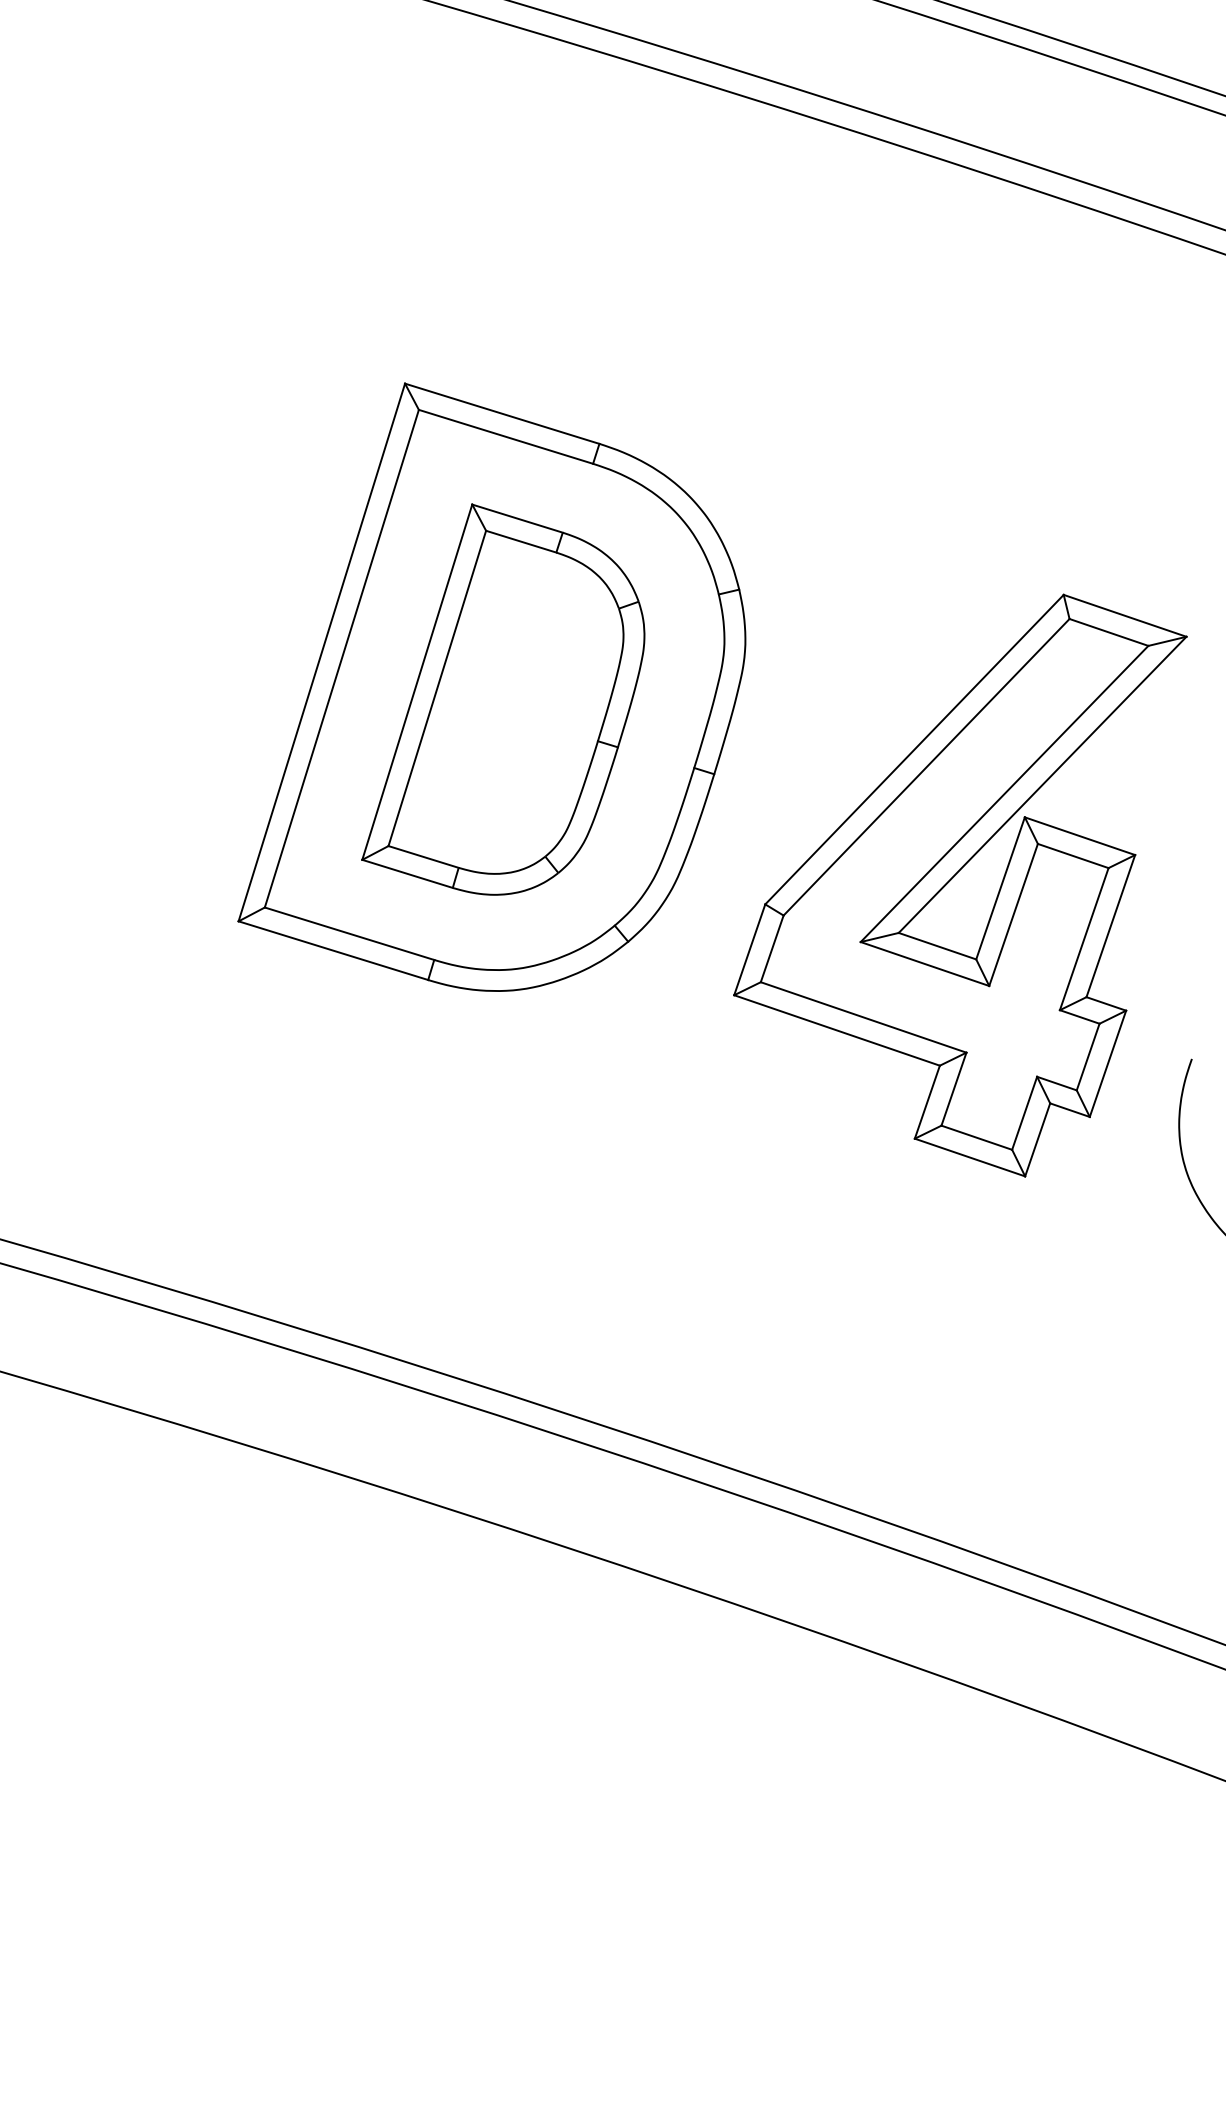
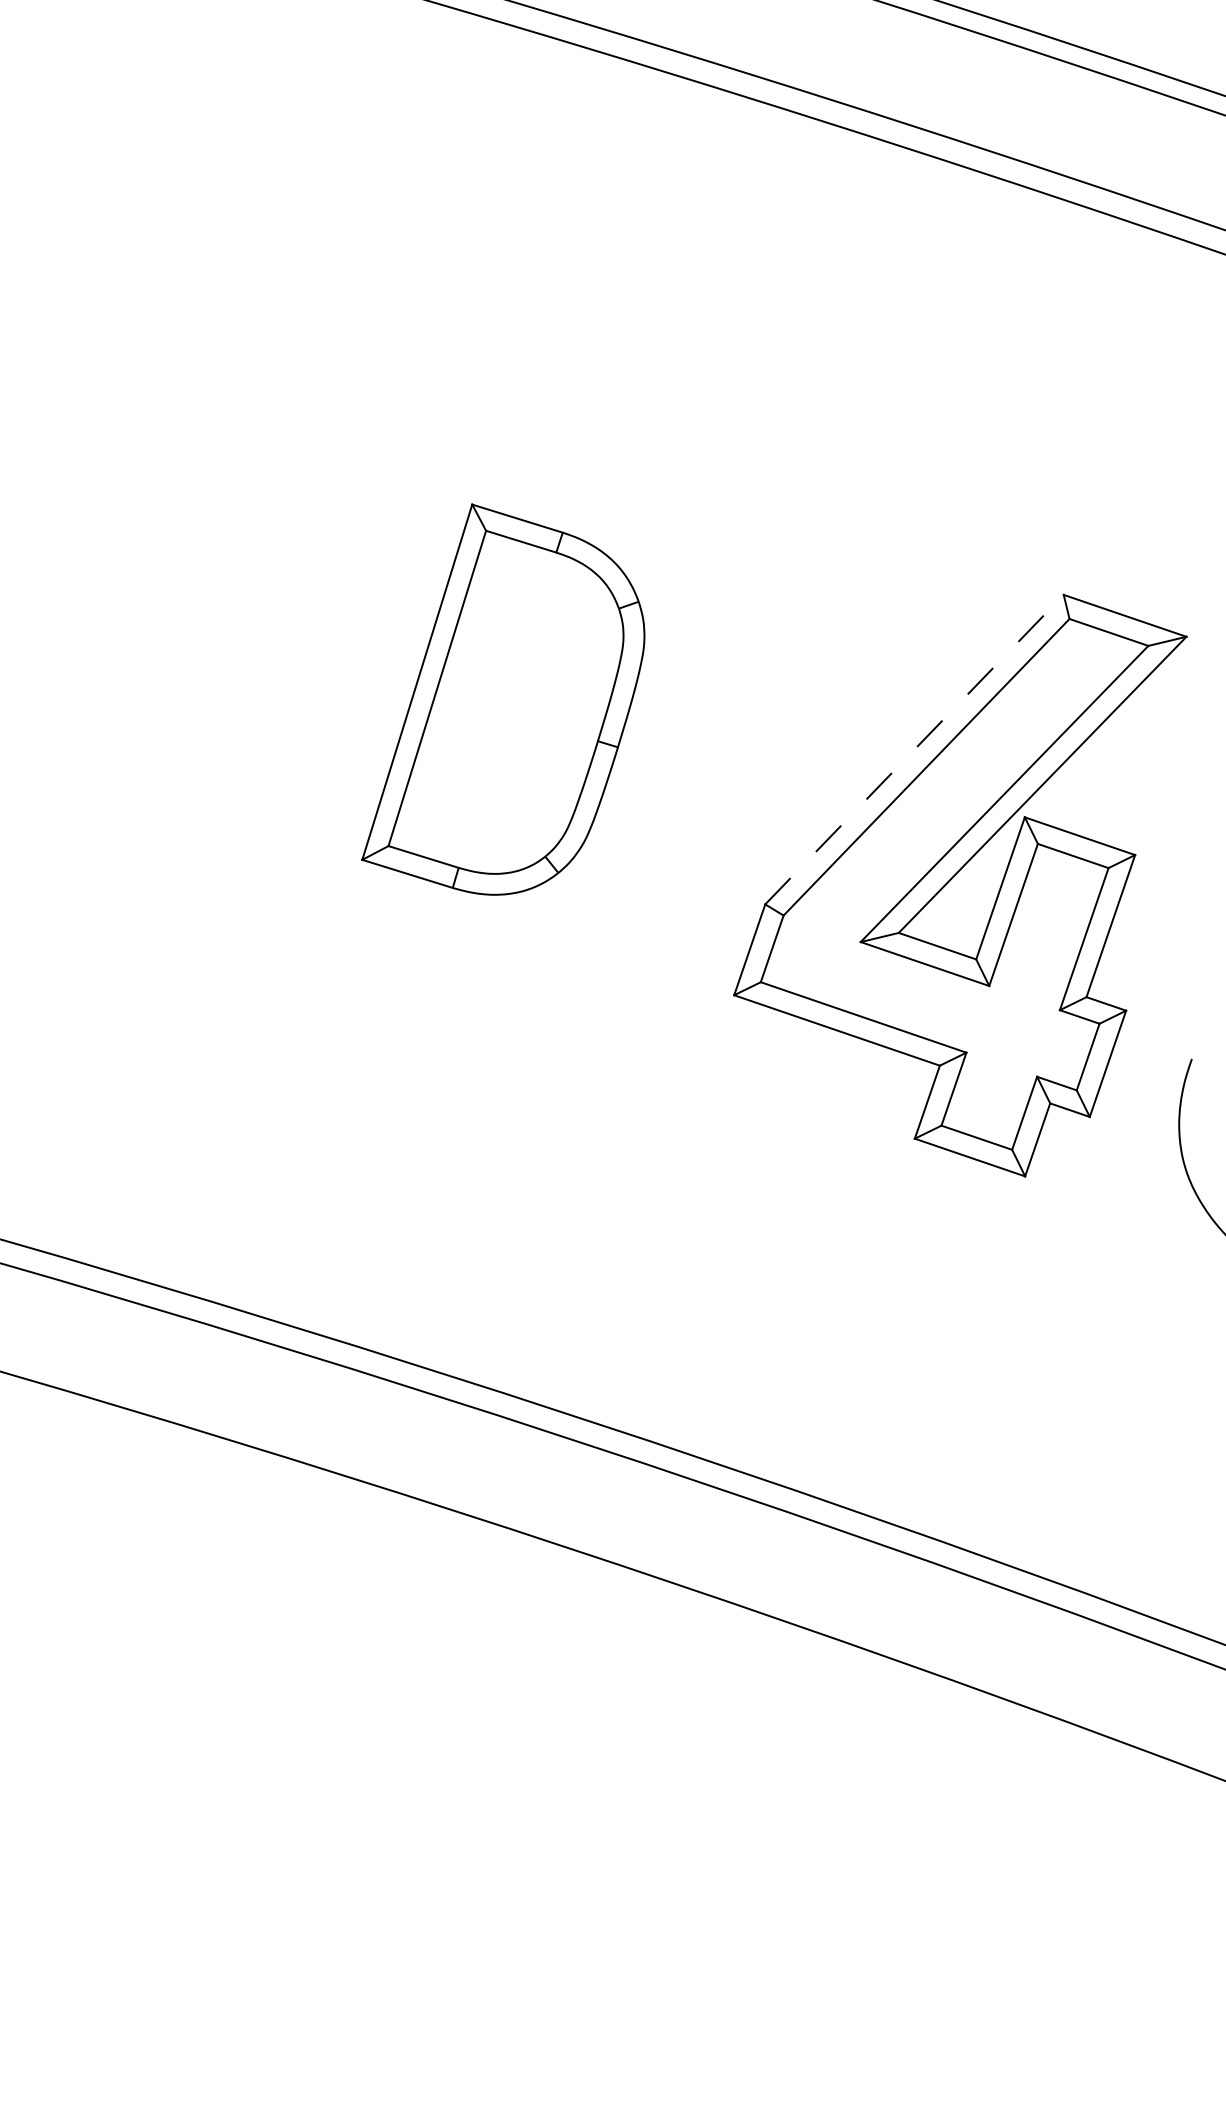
part at (491, 686): present -> none
line at (914, 749): solid -> dashed
